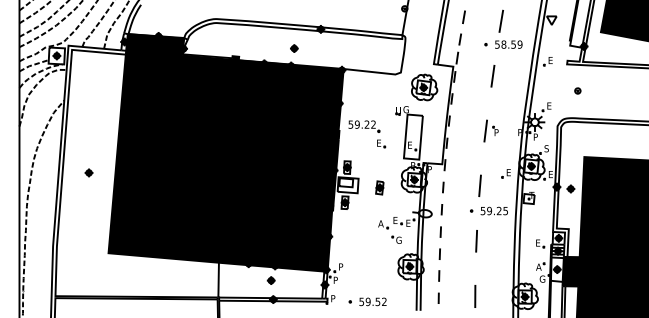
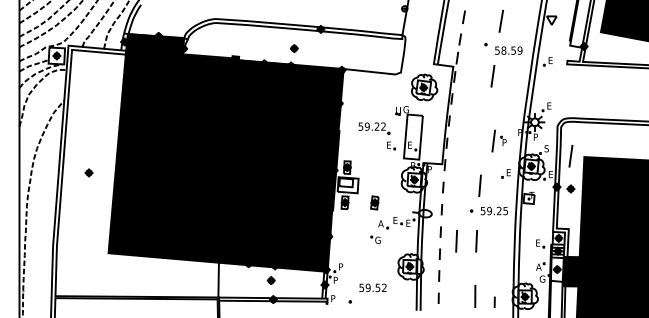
text at (508, 44) position: (508, 44) -> (508, 50)
part at (577, 90): present -> none
part at (490, 130) position: (490, 130) -> (498, 140)
part at (367, 134) position: (367, 134) -> (377, 136)
line at (570, 156): none -> present
part at (379, 187) position: (379, 187) -> (374, 202)
part at (396, 239) position: (396, 239) -> (375, 239)
line at (456, 241): none -> present
text at (372, 301) position: (372, 301) -> (372, 287)
line at (494, 301): none -> present
